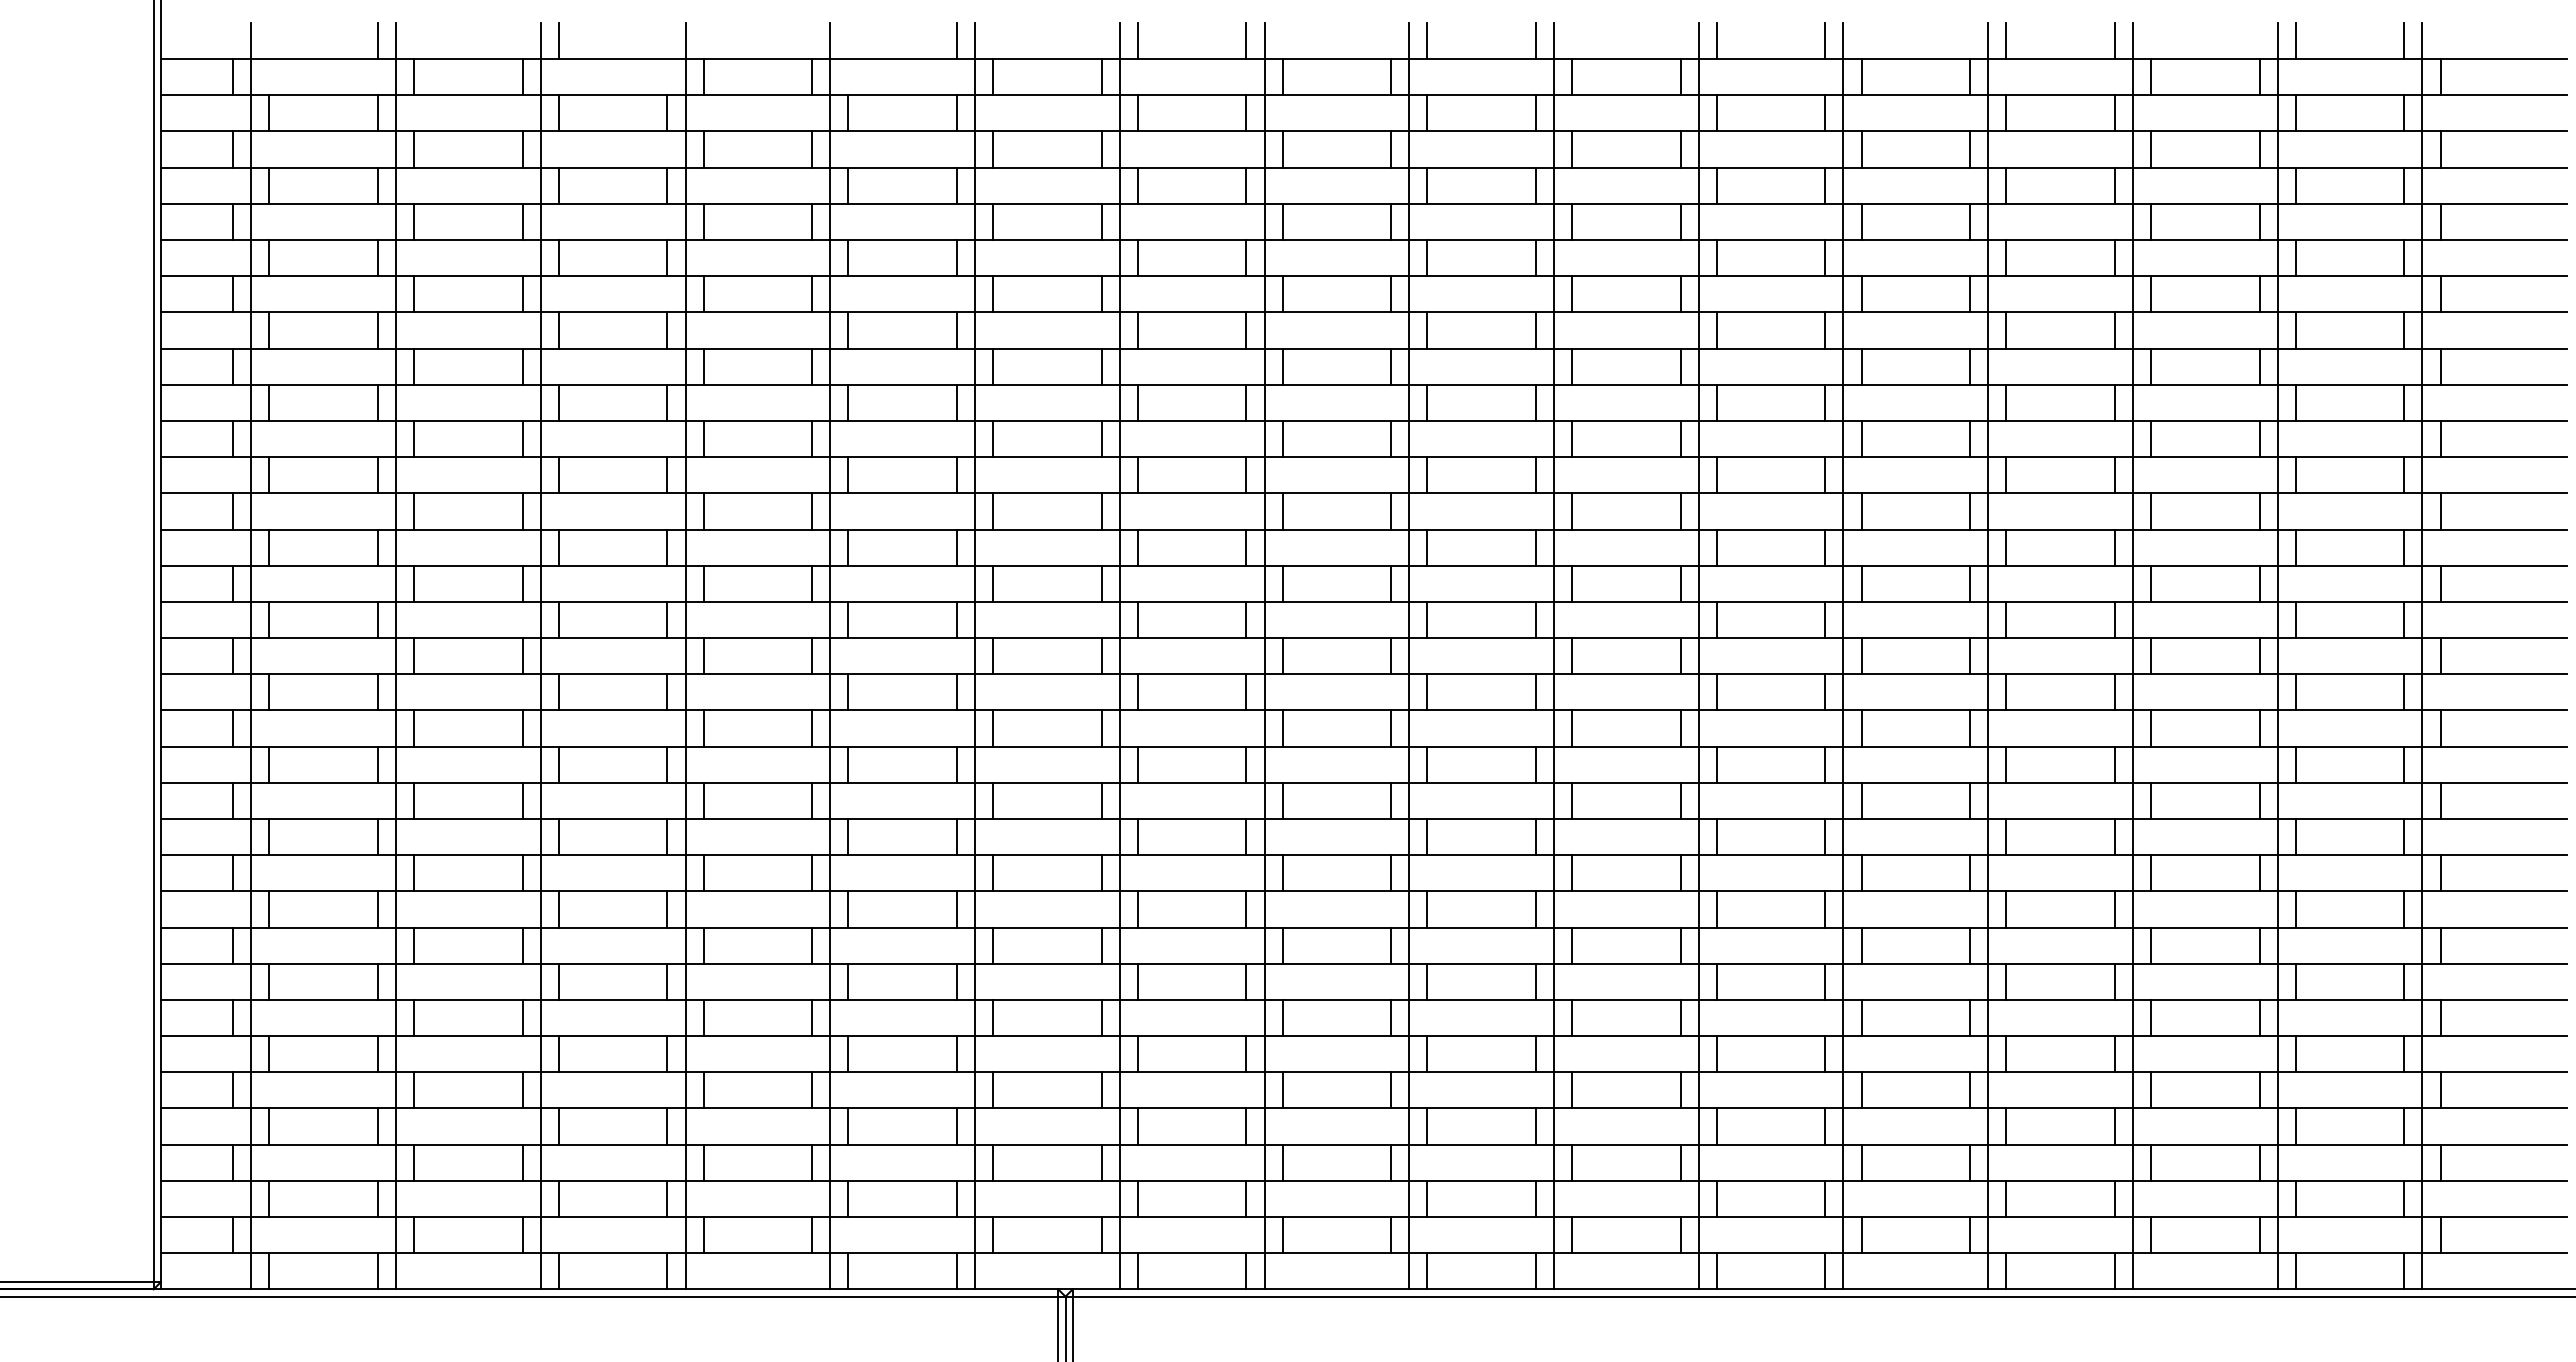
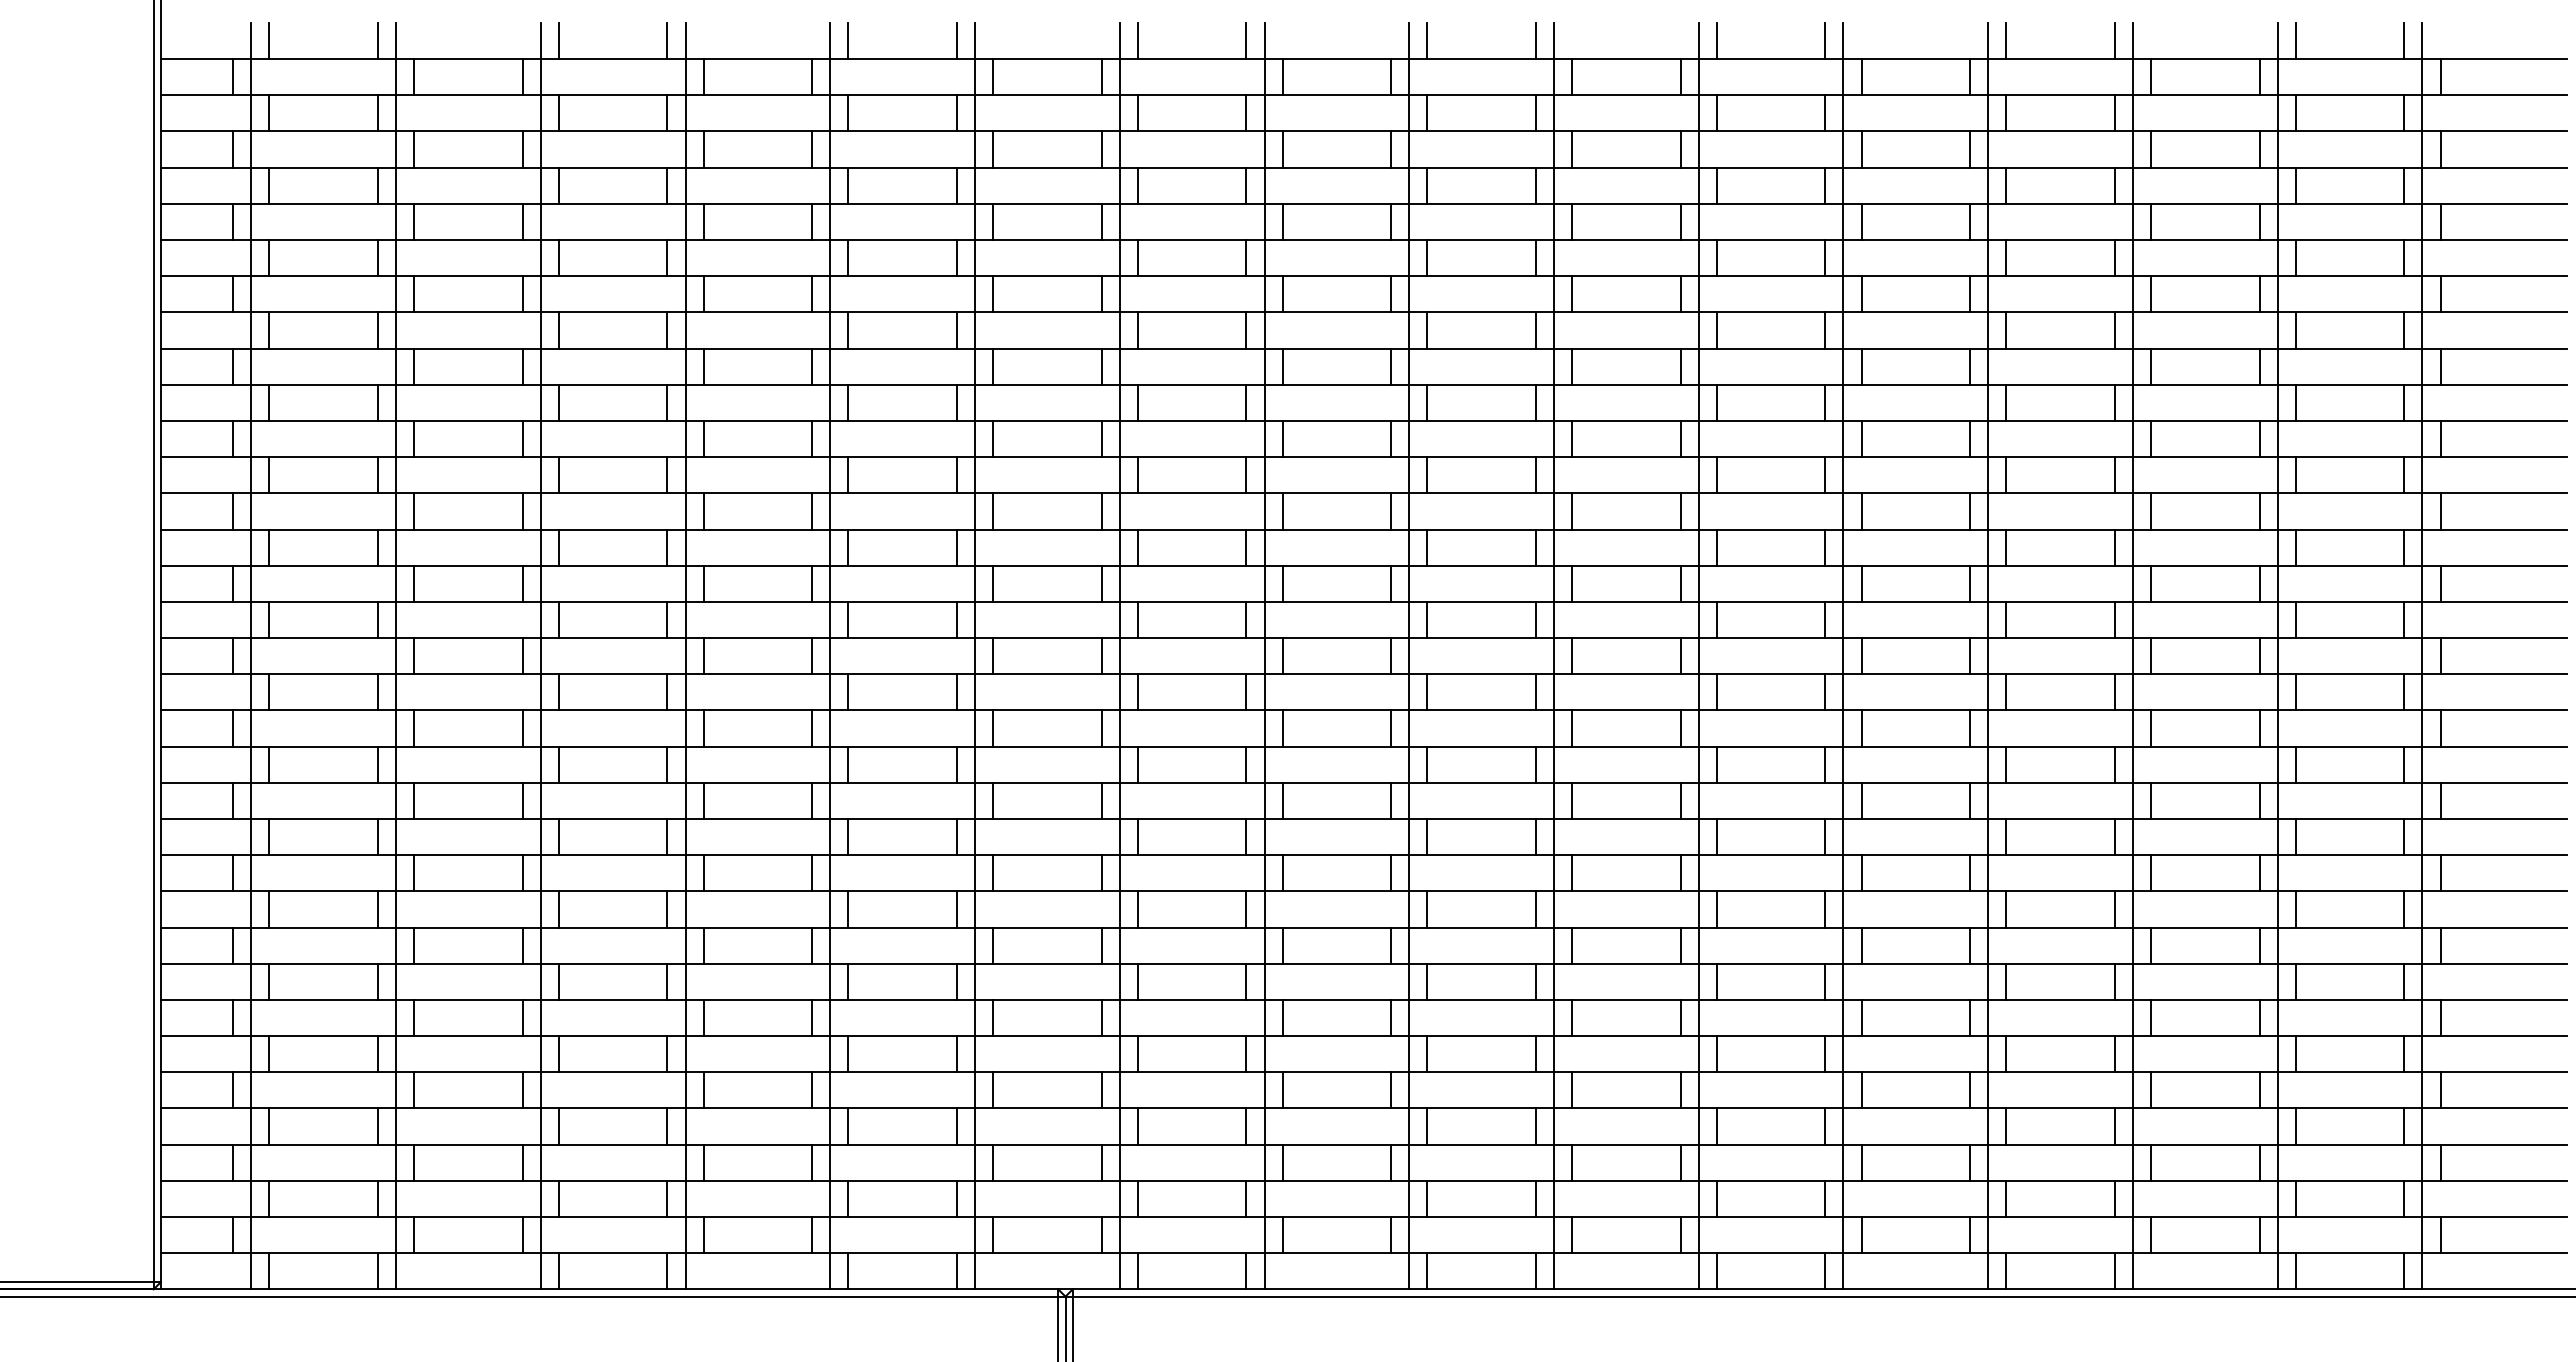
line at (269, 40): none -> present
line at (667, 40): none -> present
line at (848, 40): none -> present
